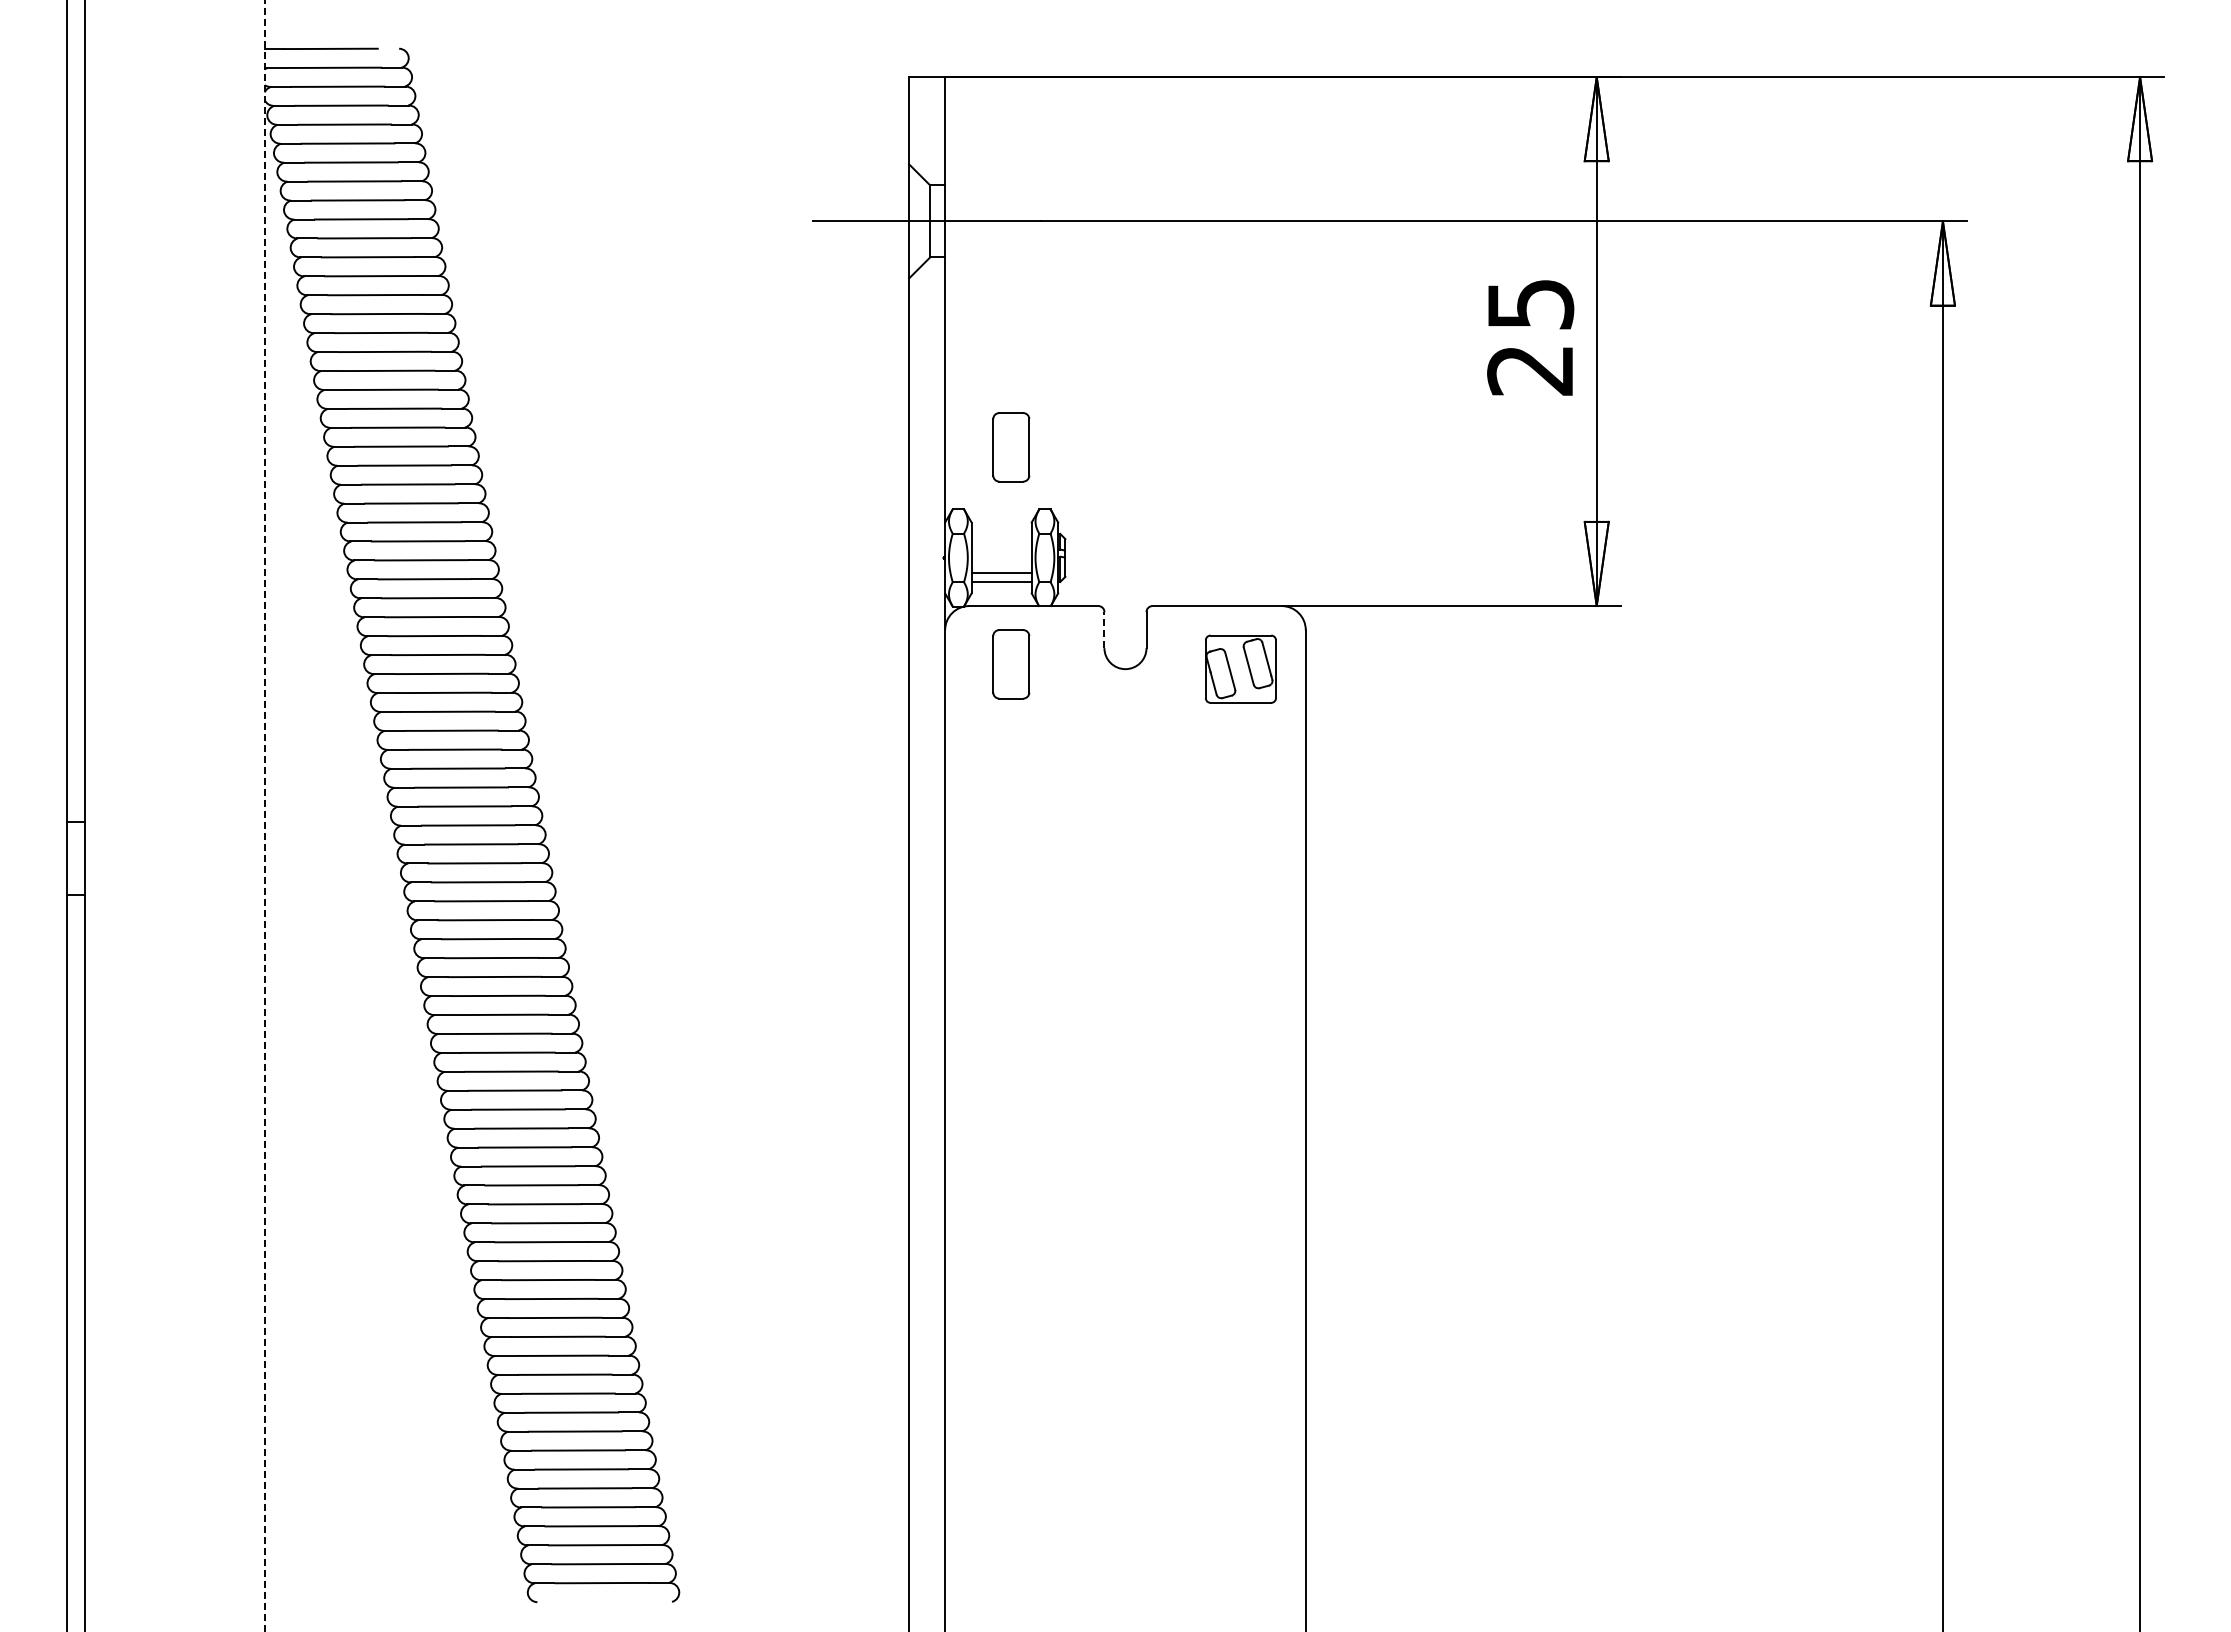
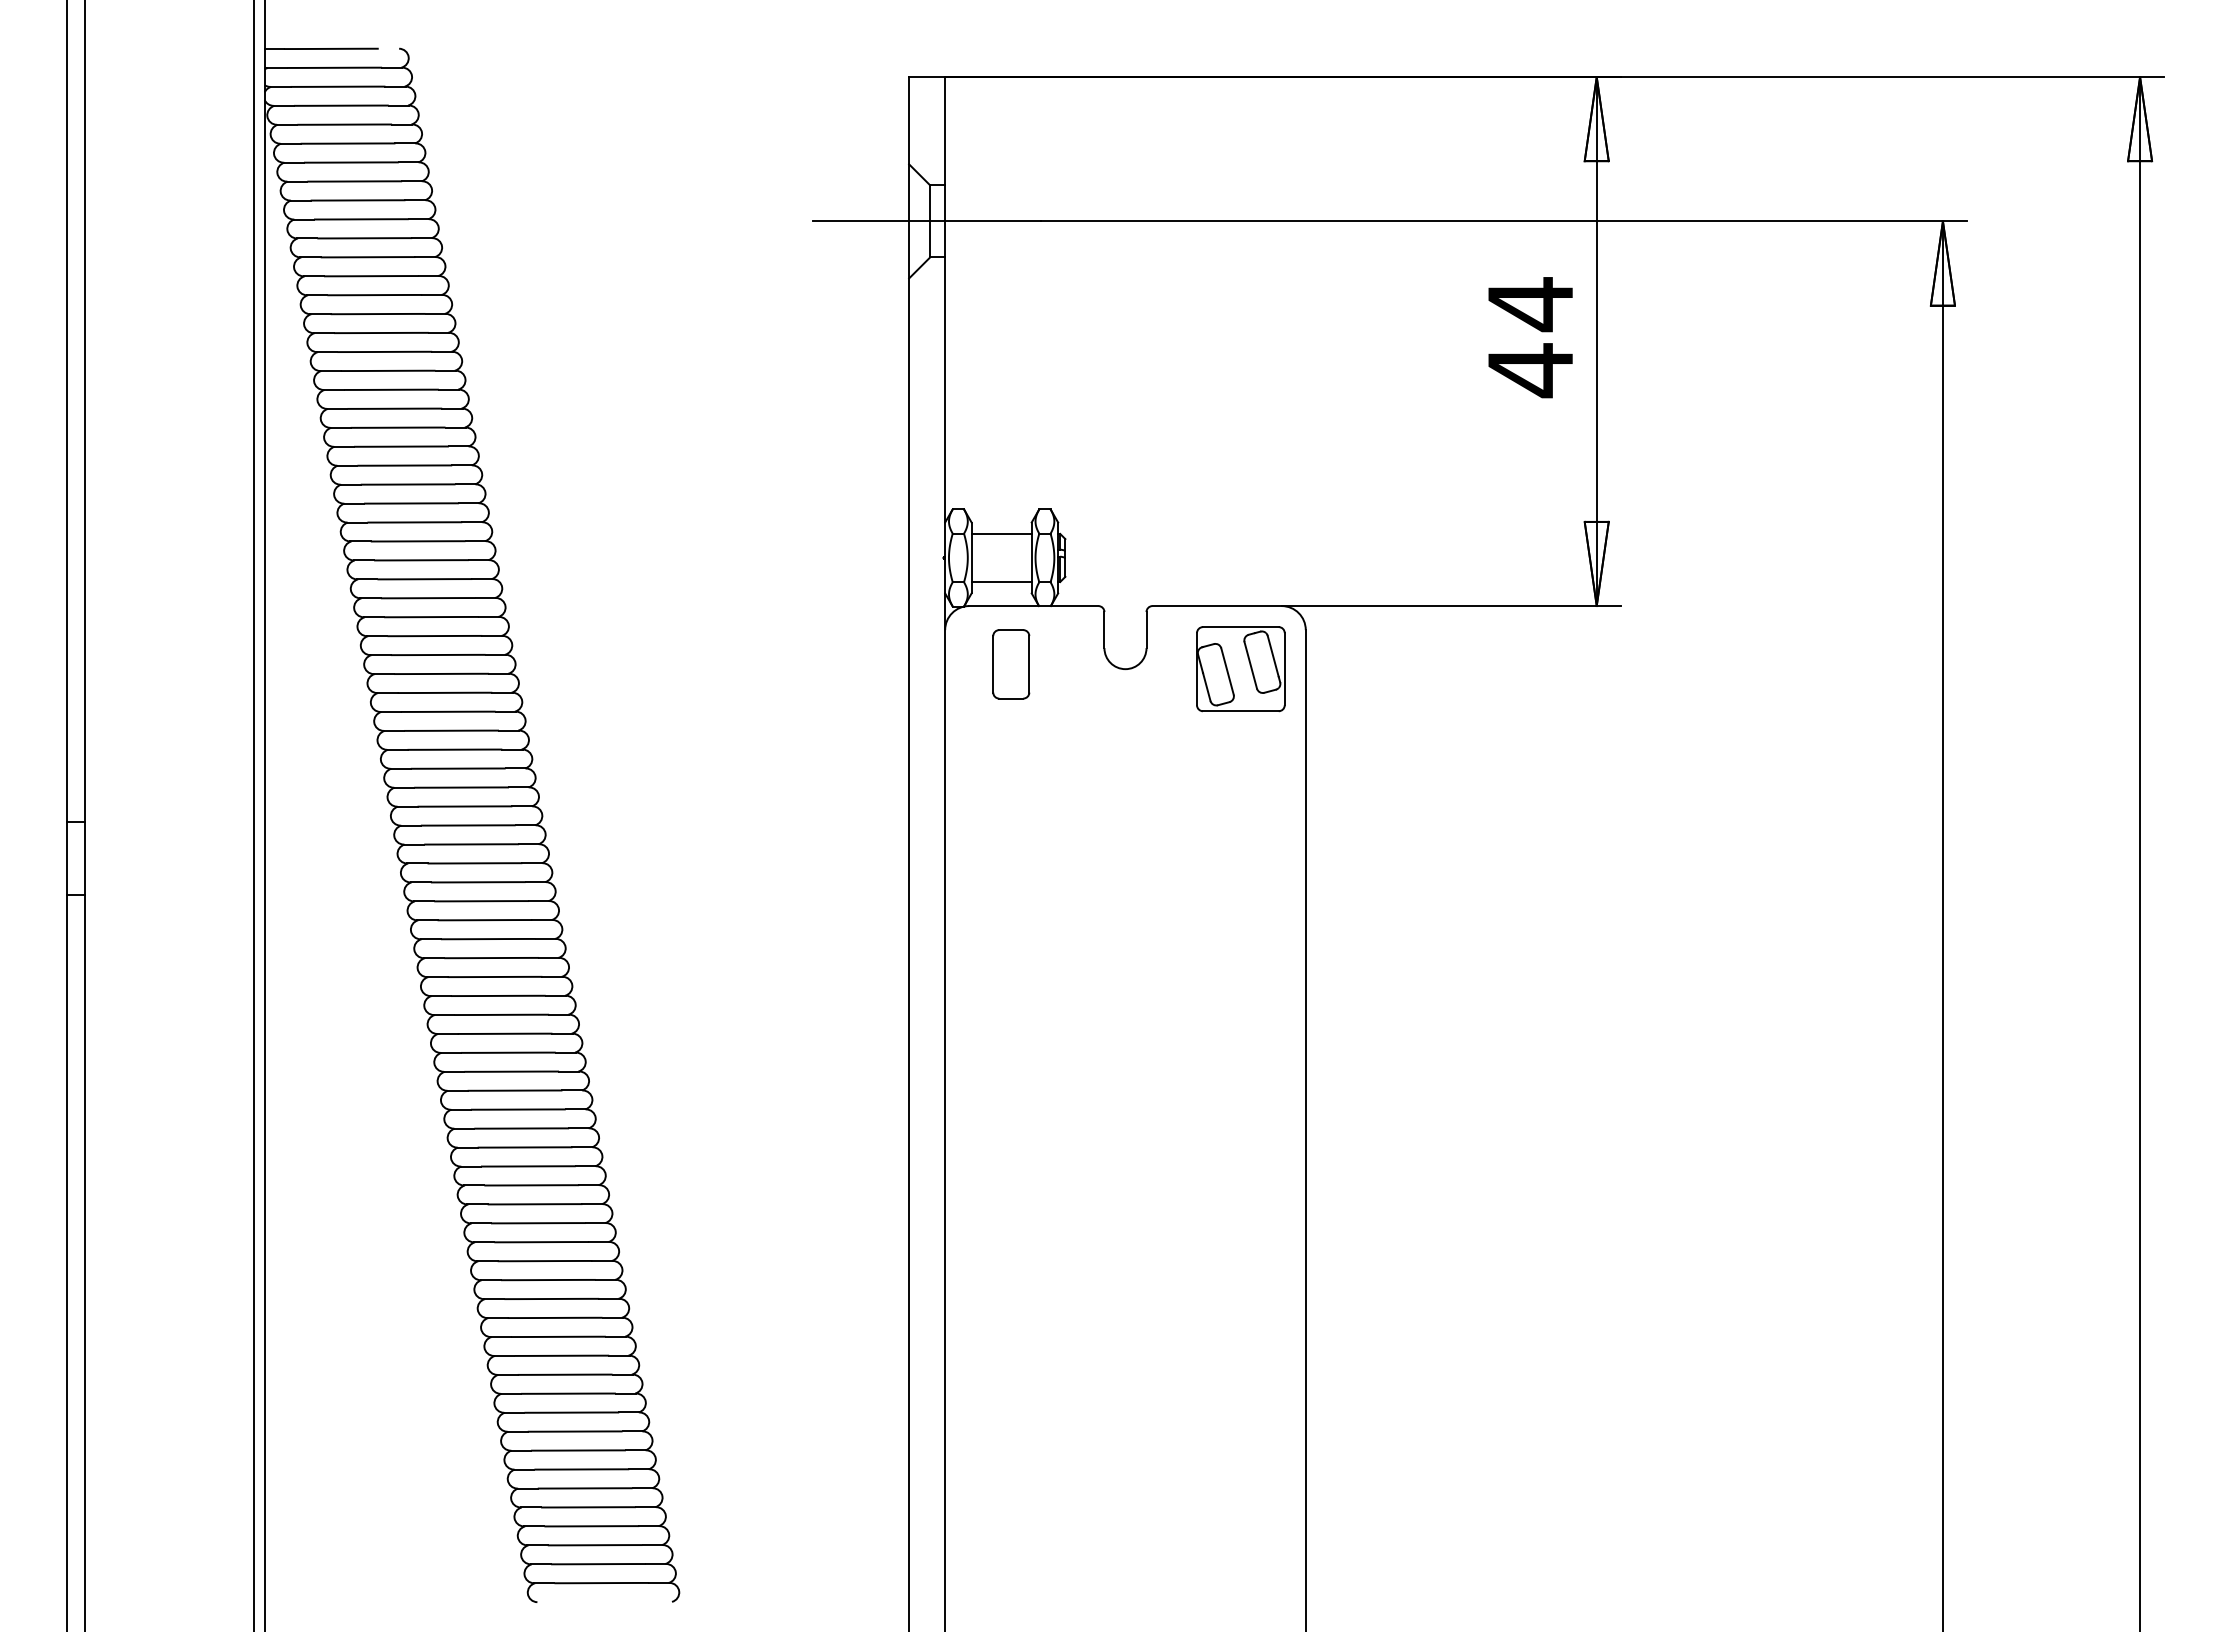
text at (1530, 337): 25 -> 44
part at (1011, 447): present -> none
line at (1001, 572) position: (1001, 572) -> (1001, 533)
line at (1104, 629): dashed -> solid
part at (1240, 668) size: 72x70 px -> 90x87 px
line at (254, 815): none -> present
line at (264, 816): dashed -> solid
